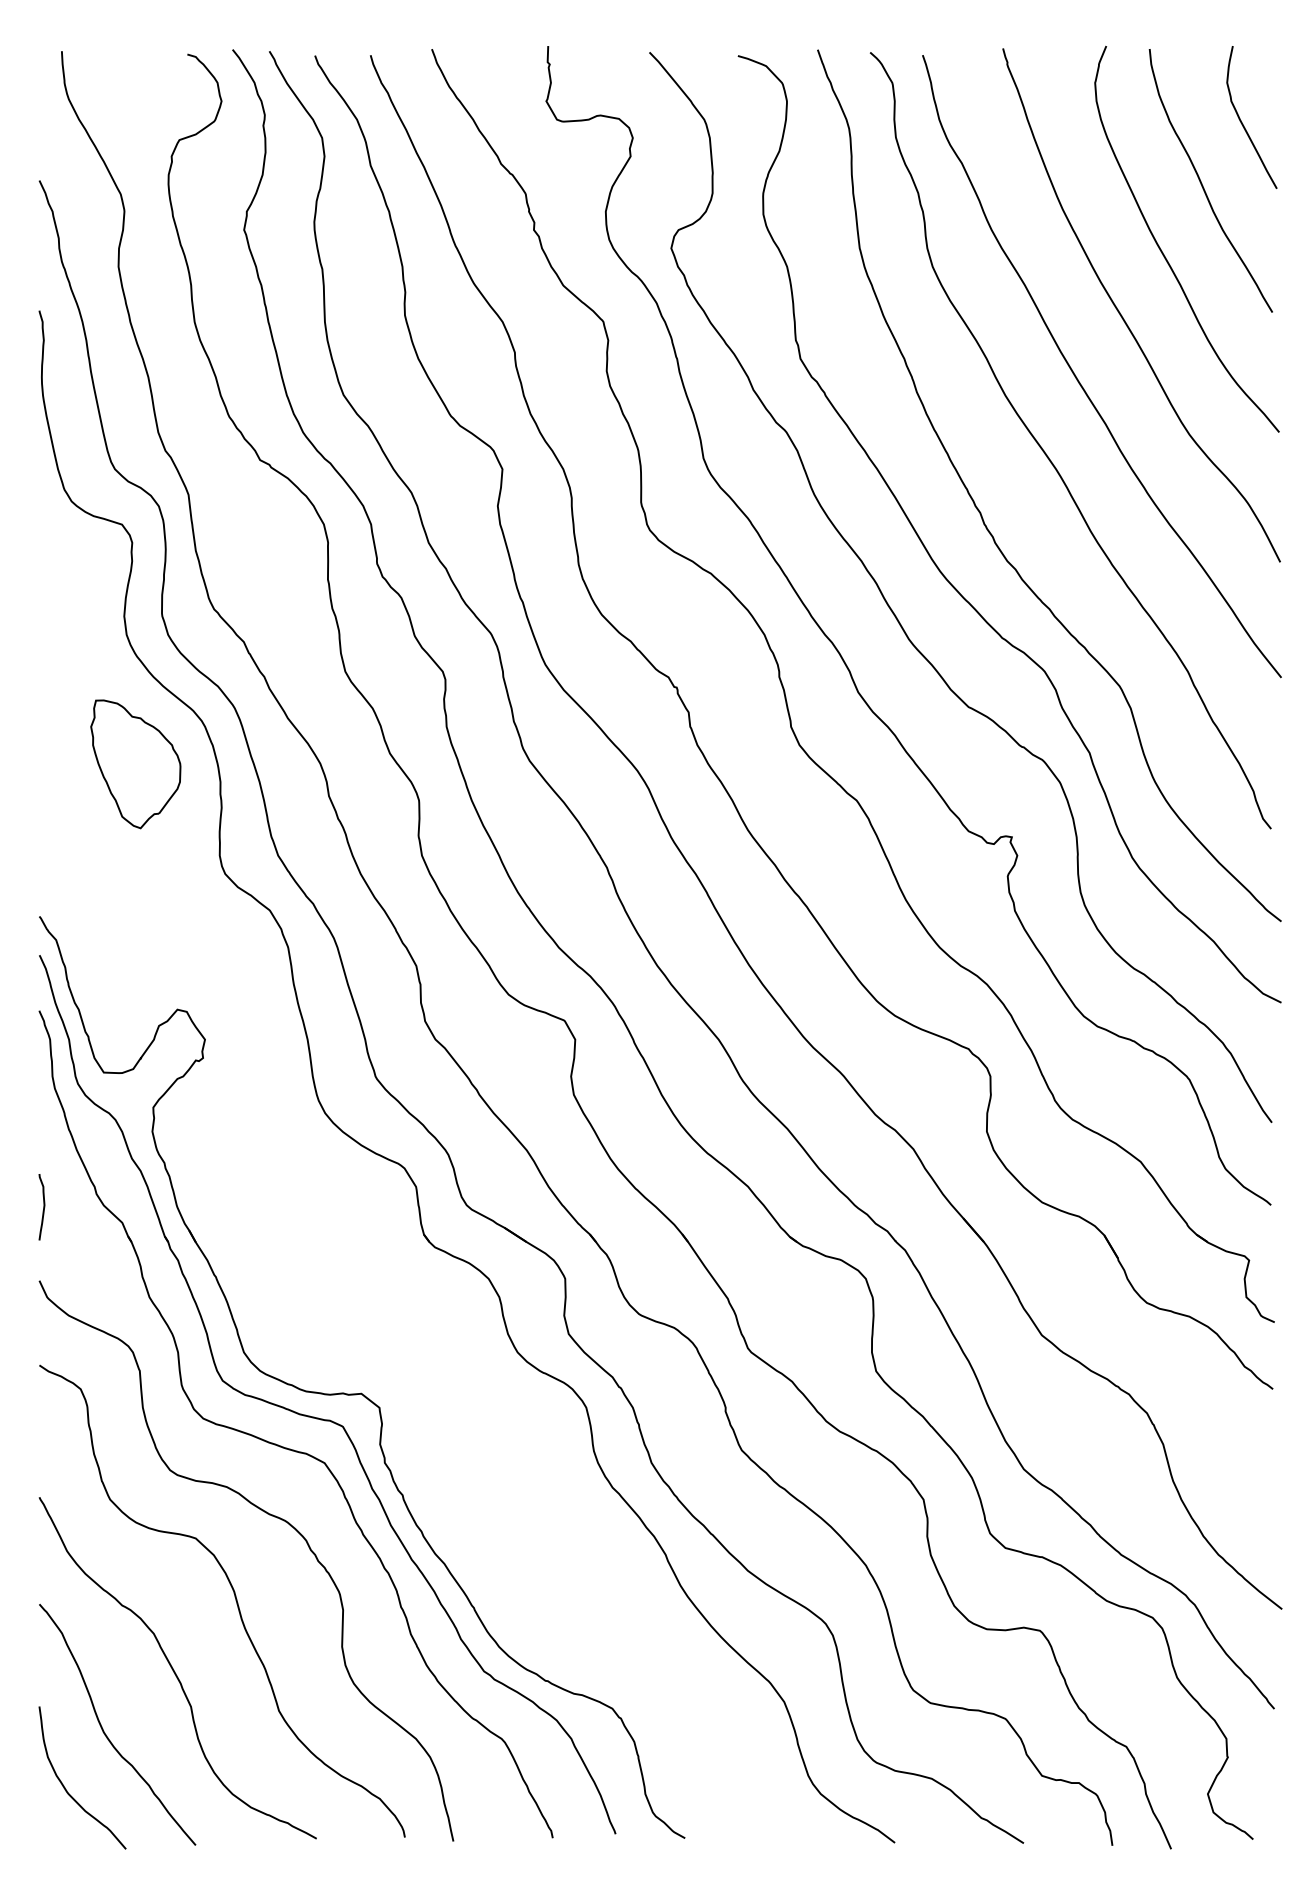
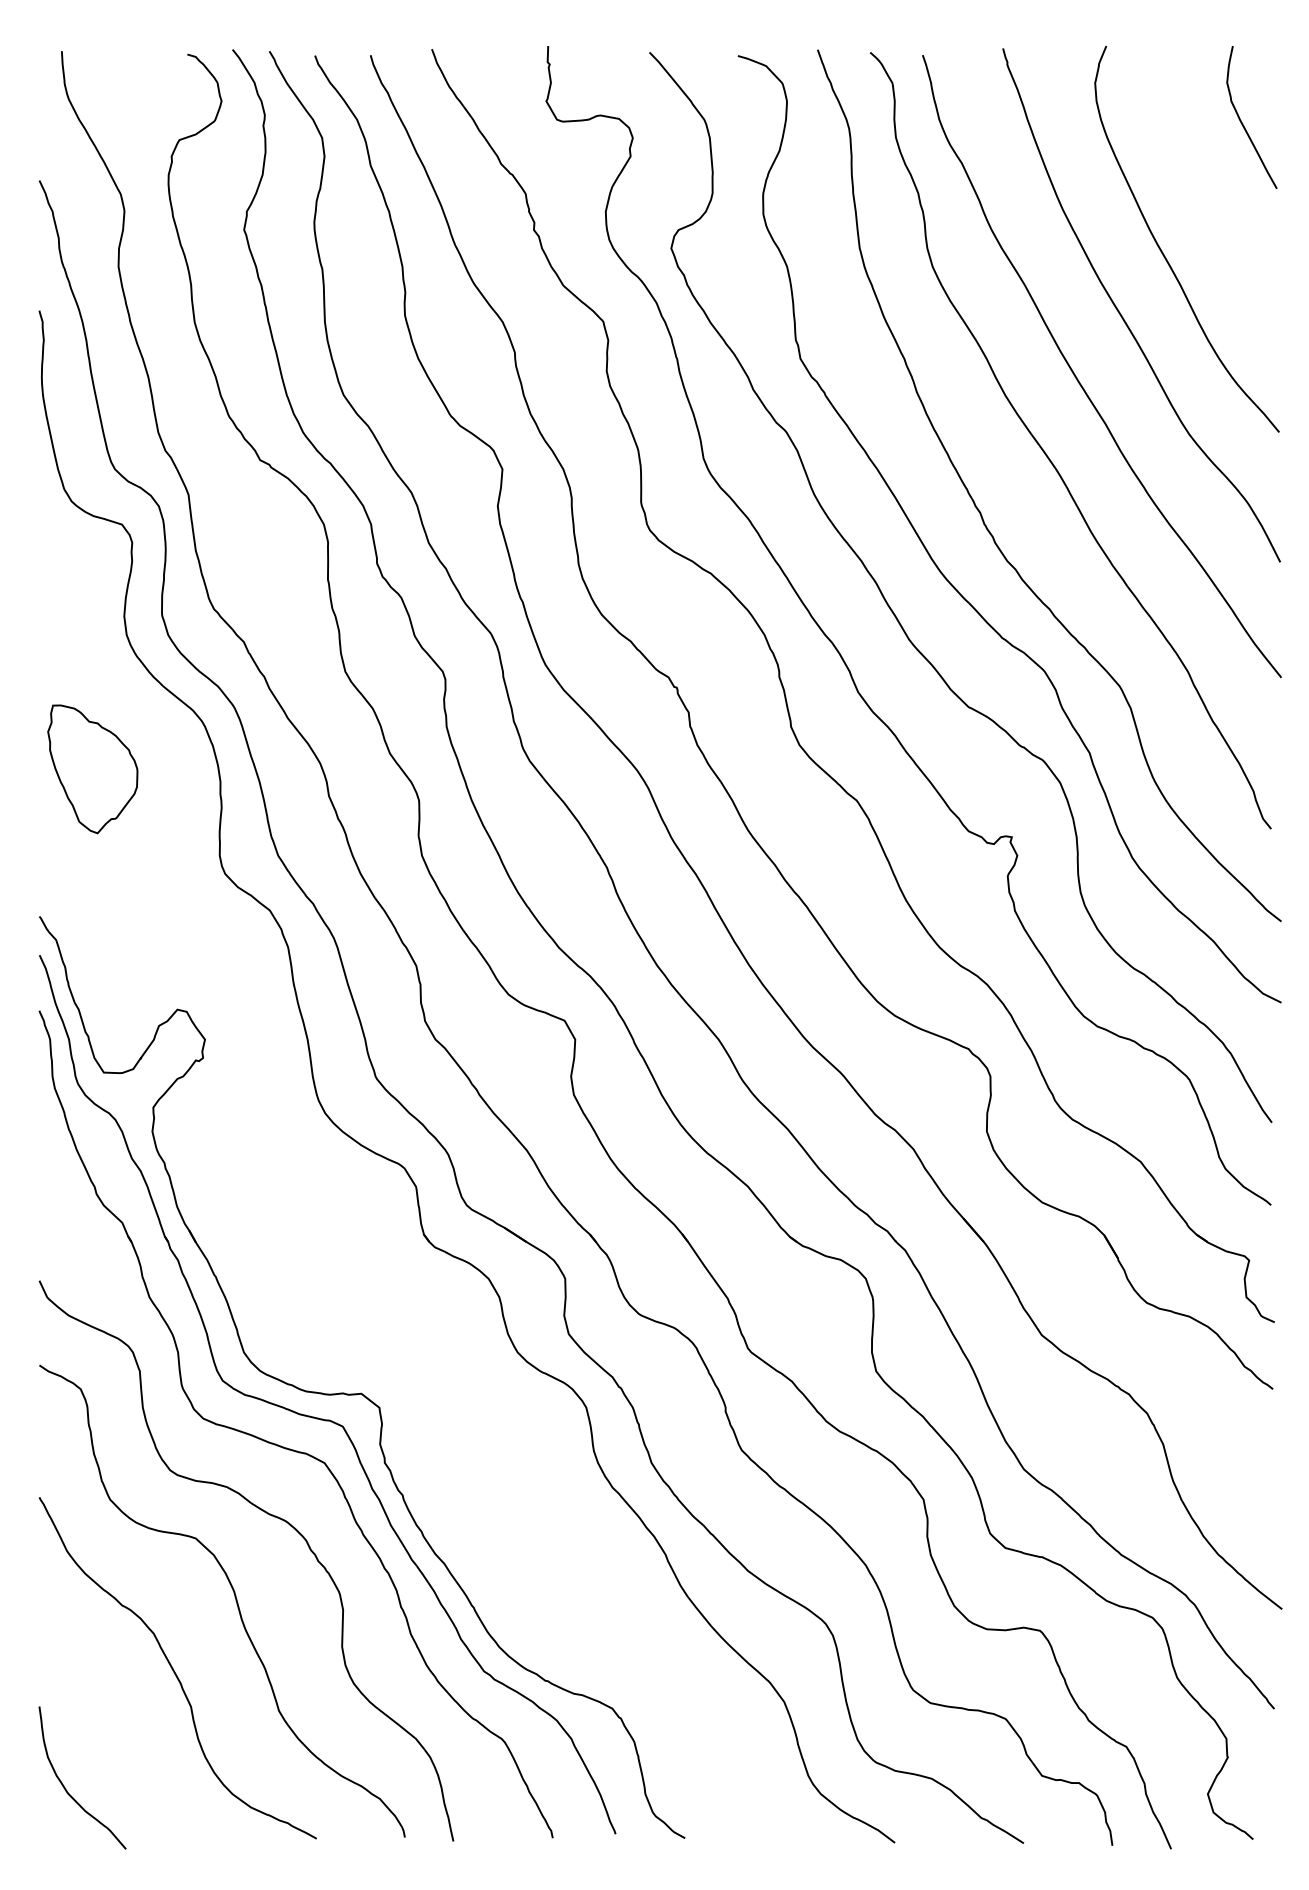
curve at (1202, 183): present -> none
part at (135, 764) position: (135, 764) -> (92, 769)
curve at (43, 1207): present -> none
curve at (103, 1728): present -> none
